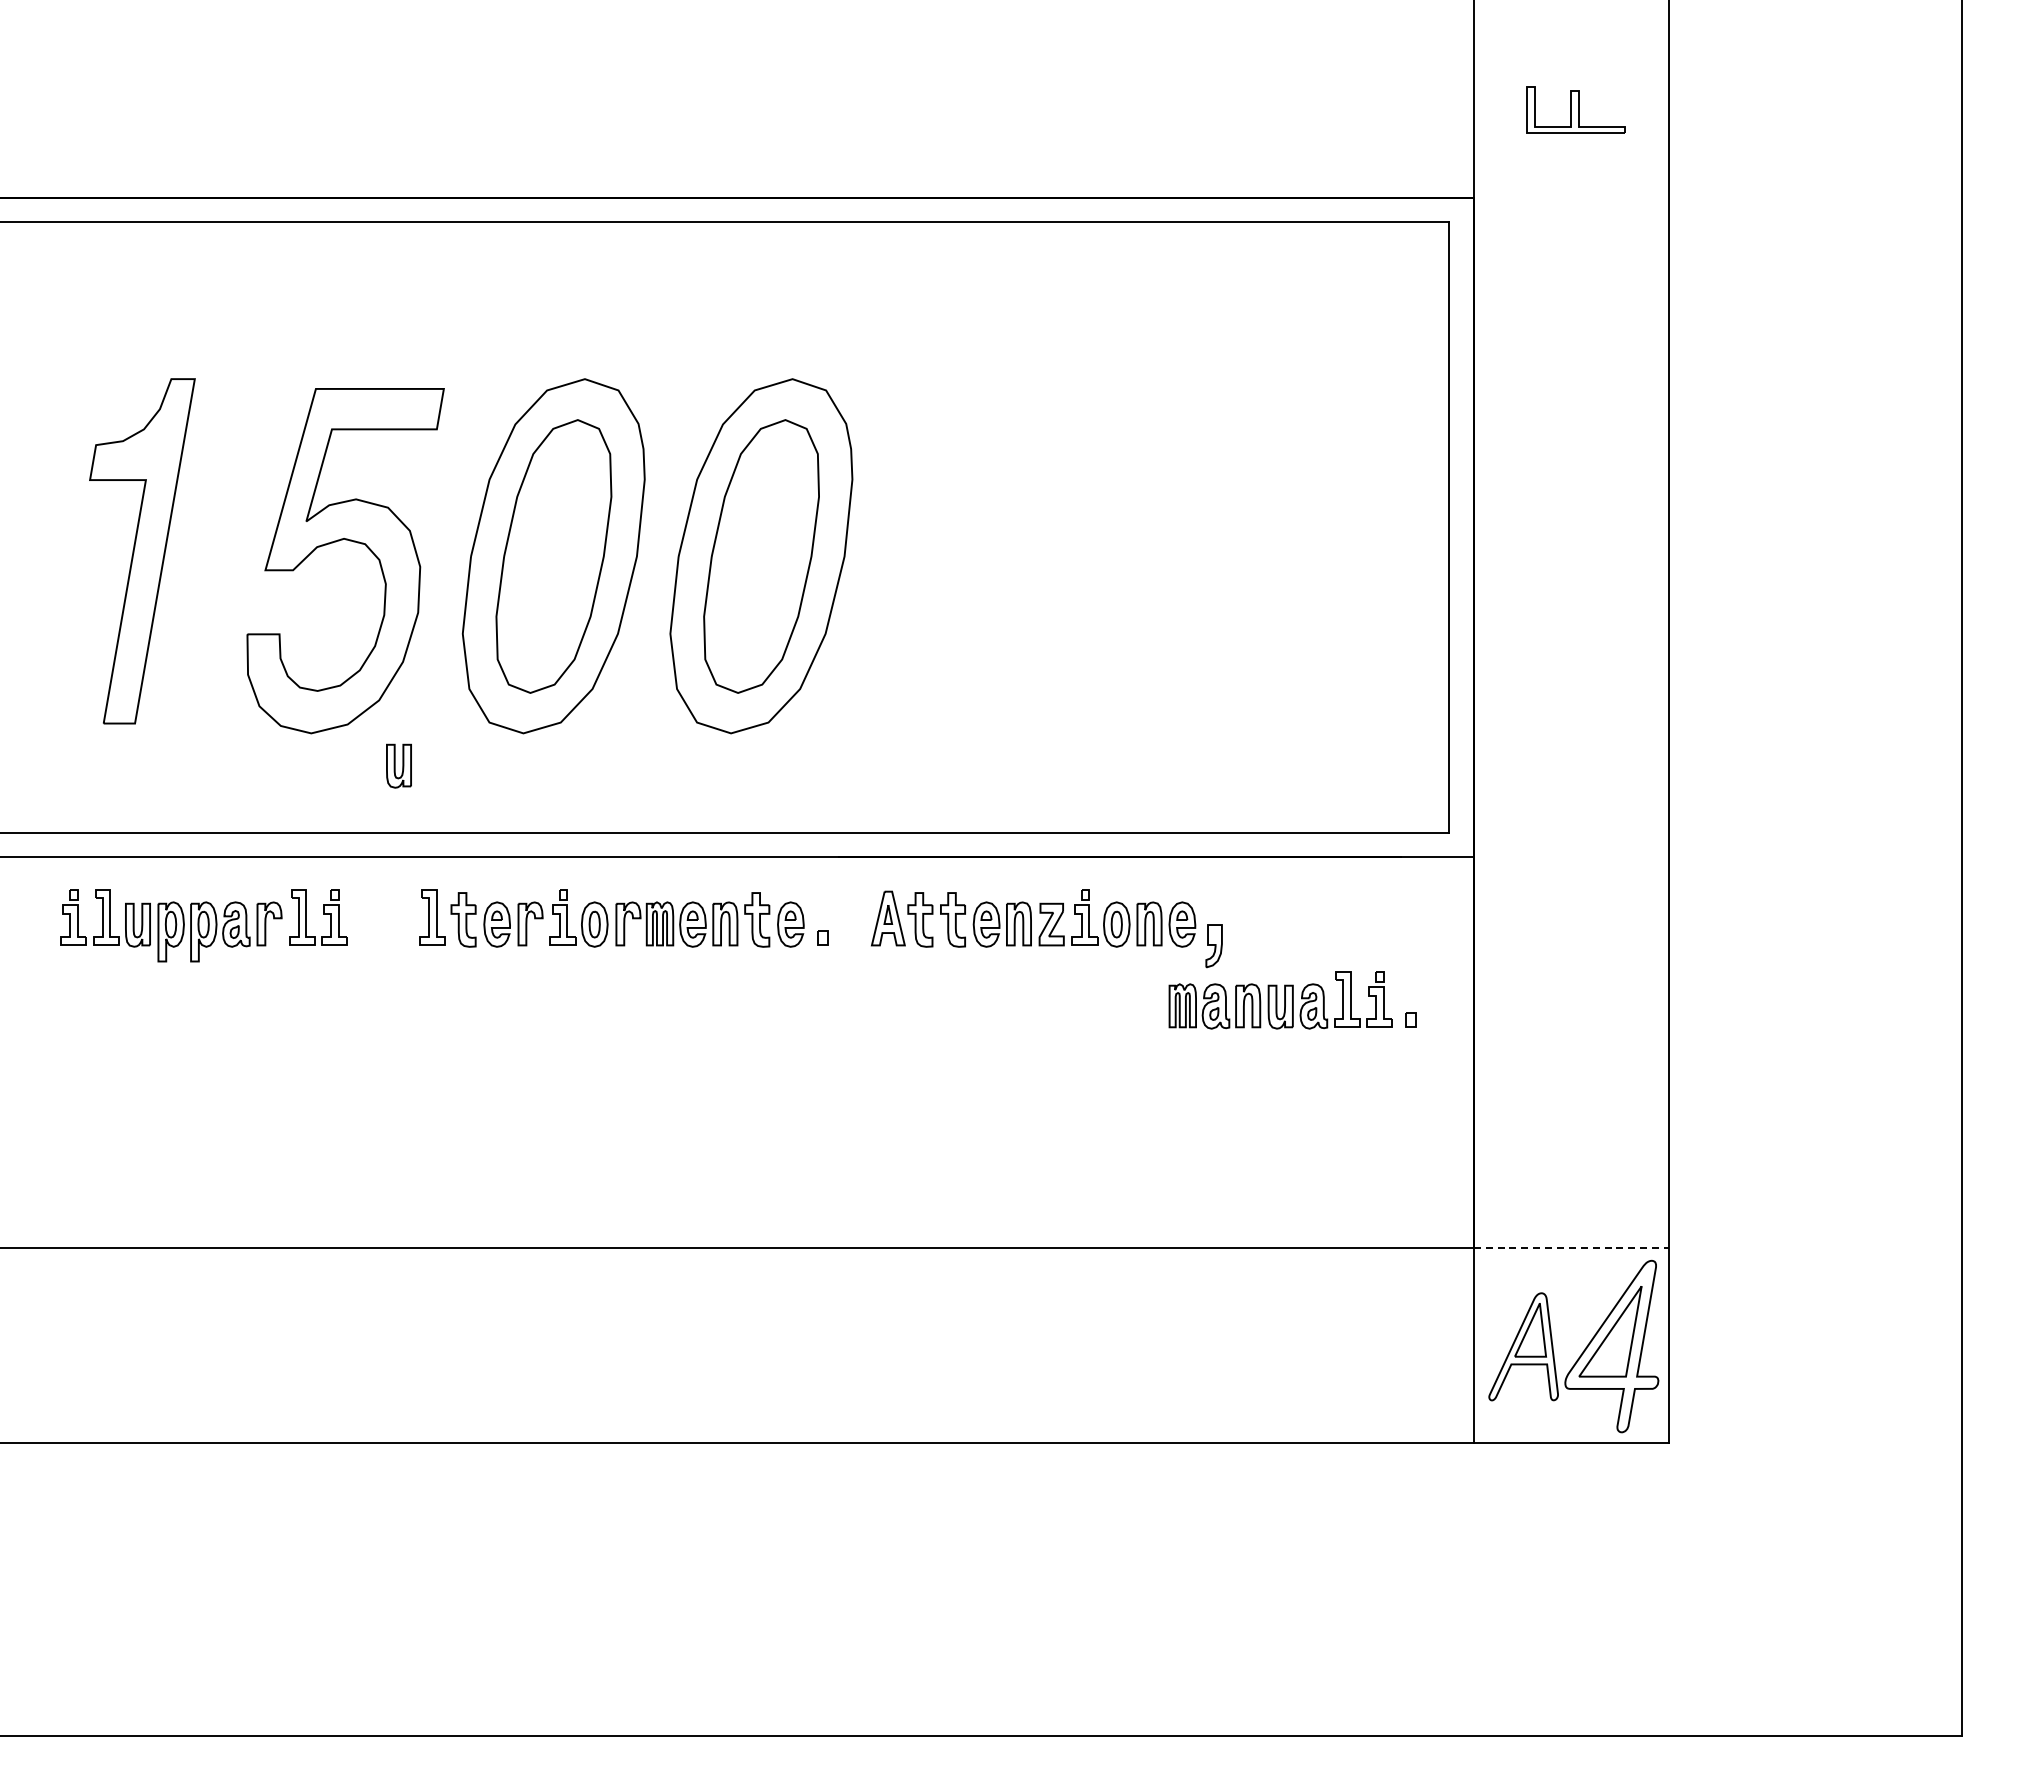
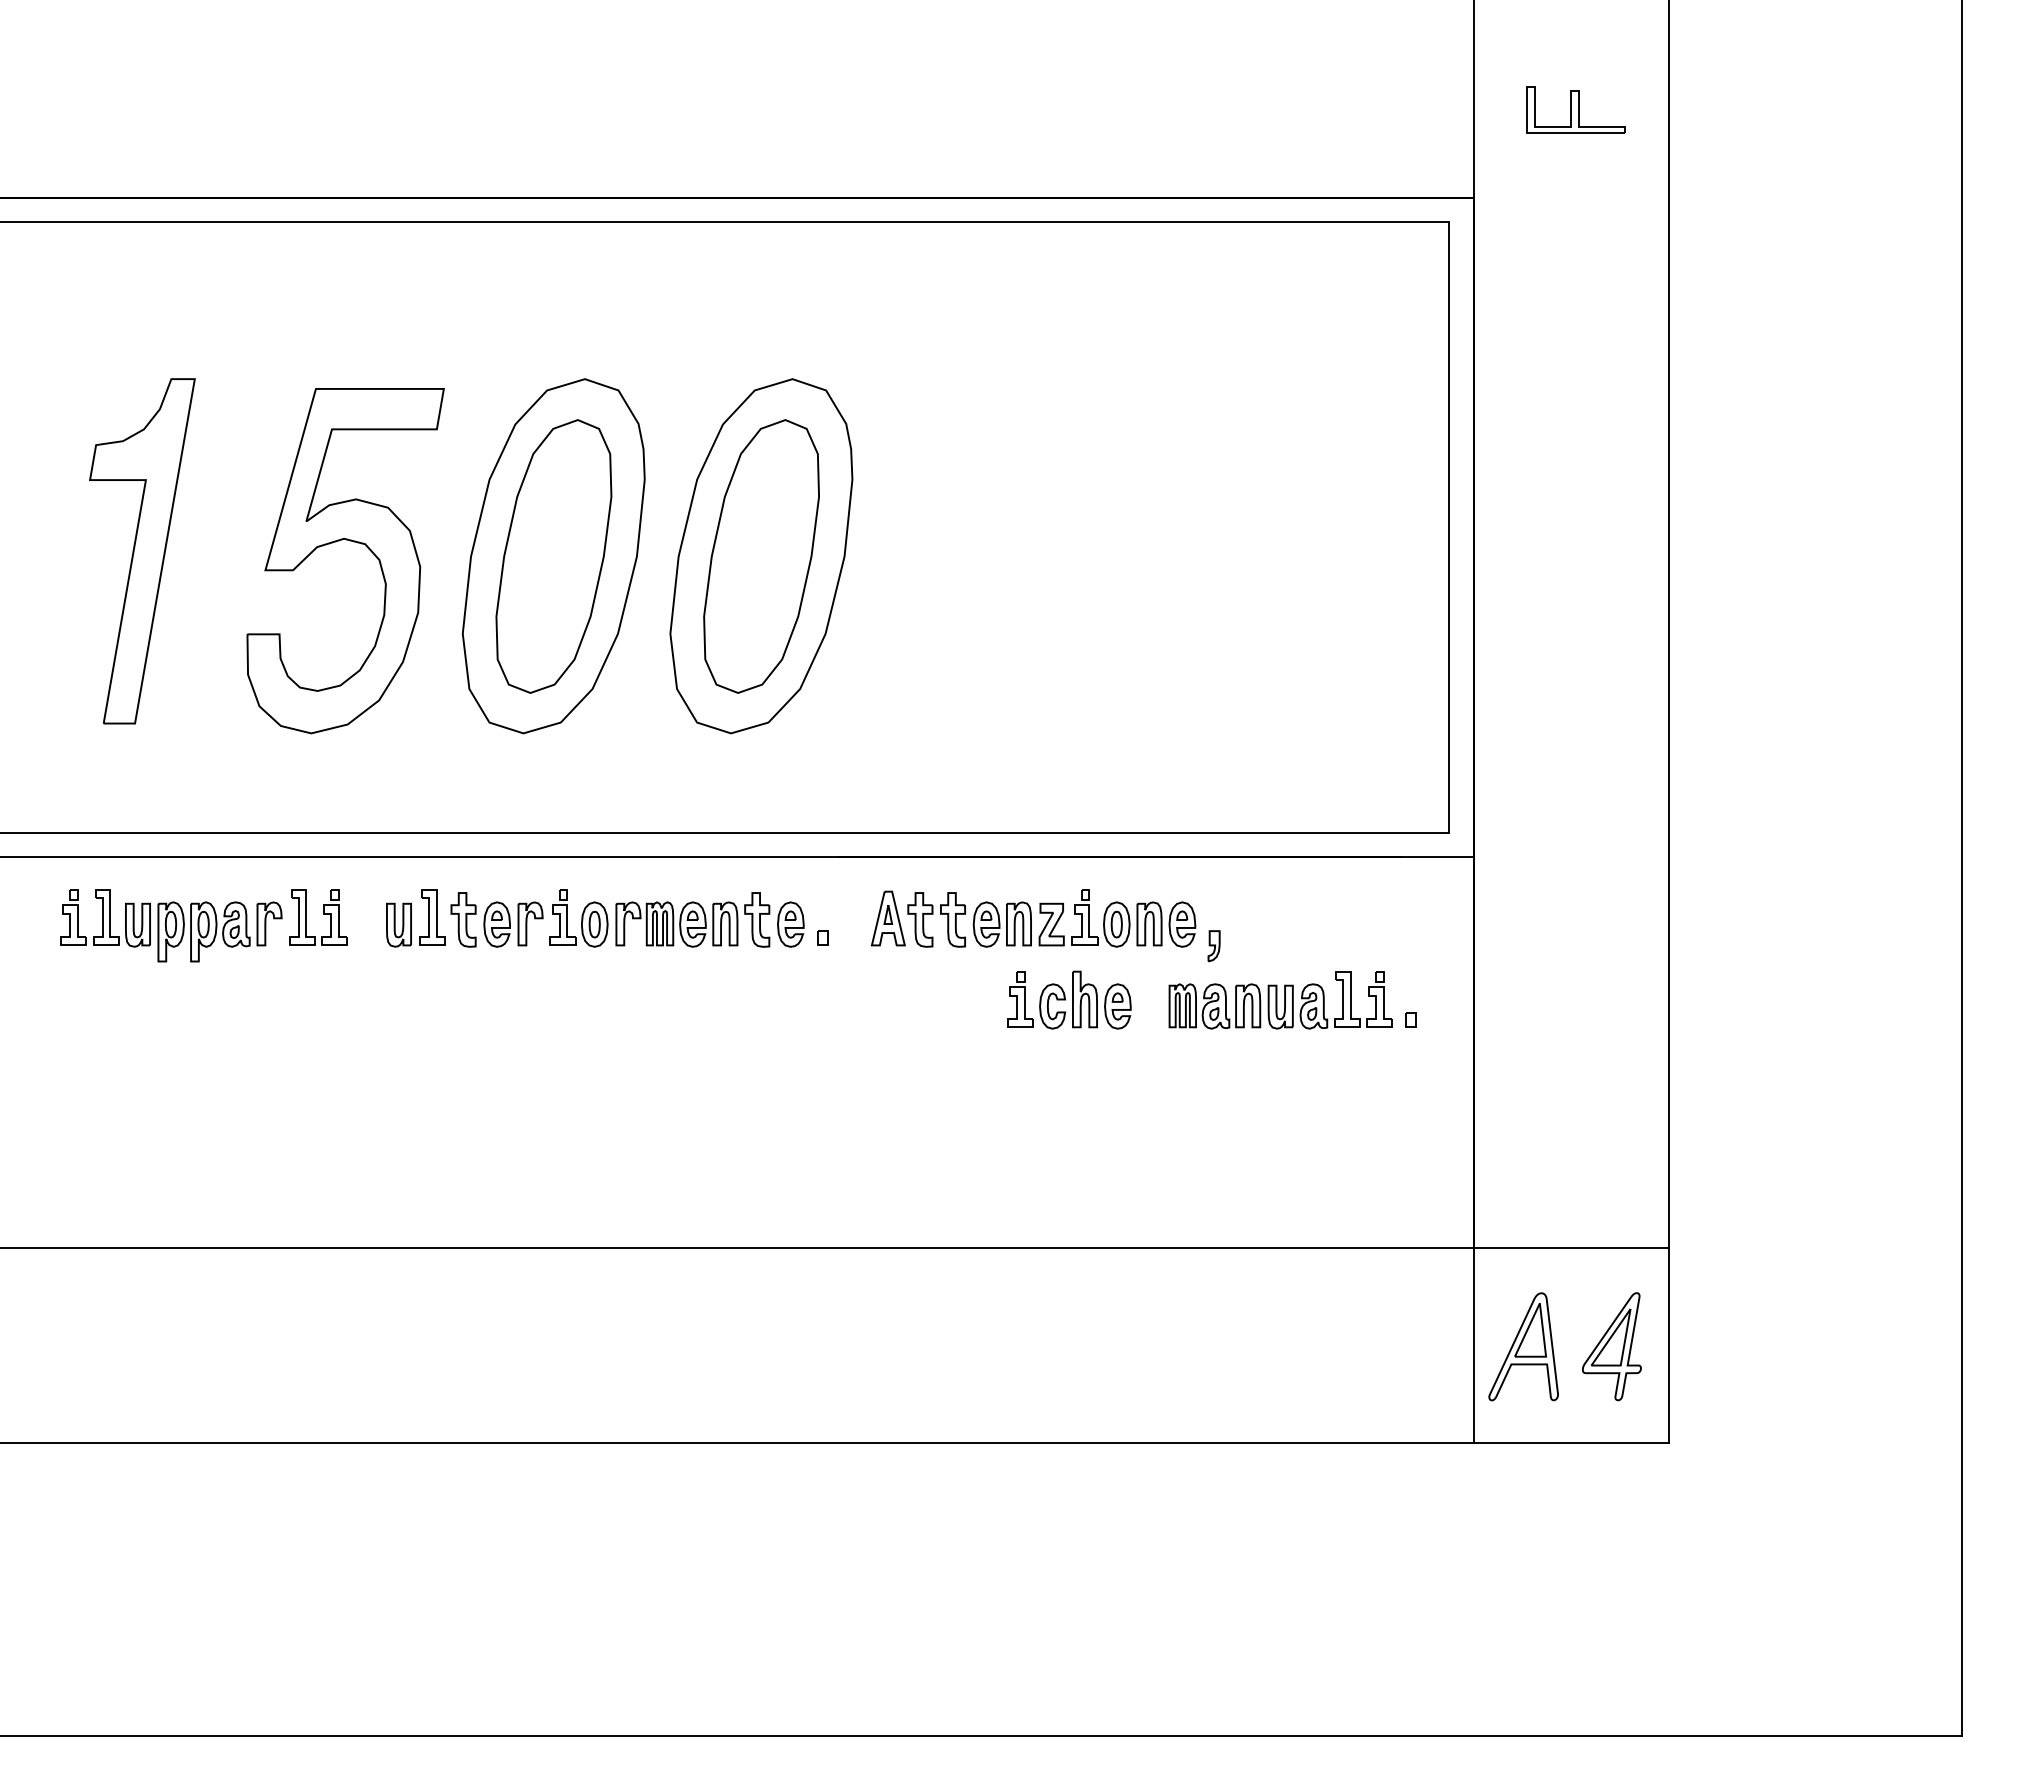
part at (398, 765) position: (398, 765) -> (398, 924)
part at (1213, 946) size: 18x45 px -> 14x33 px
part at (1069, 999): none -> present
line at (1571, 1247): dashed -> solid
part at (1611, 1346) size: 96x175 px -> 60x110 px
